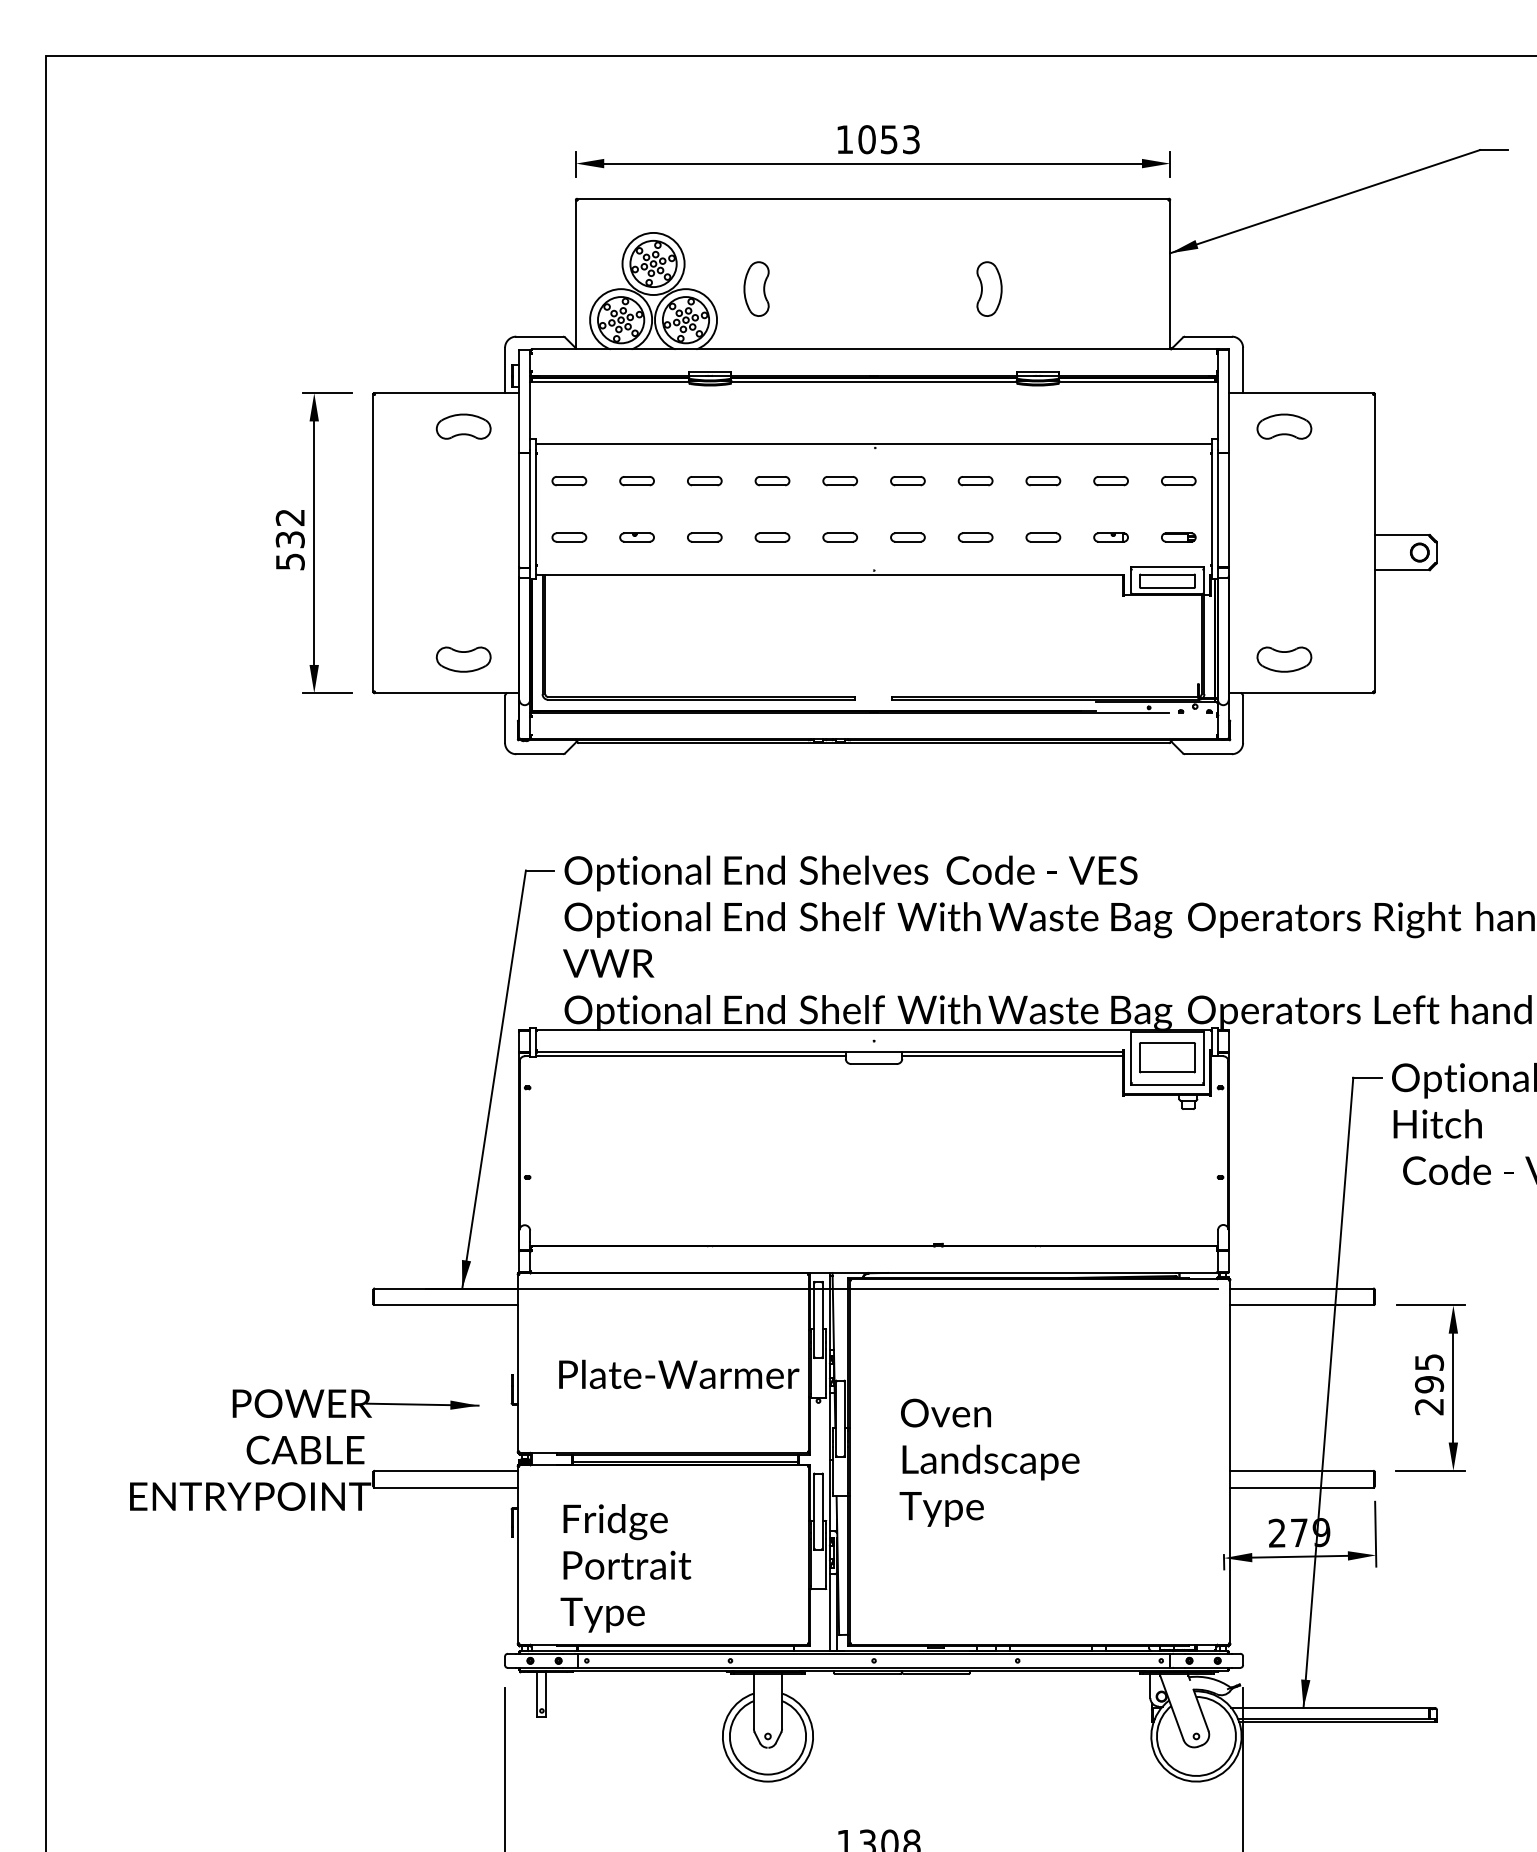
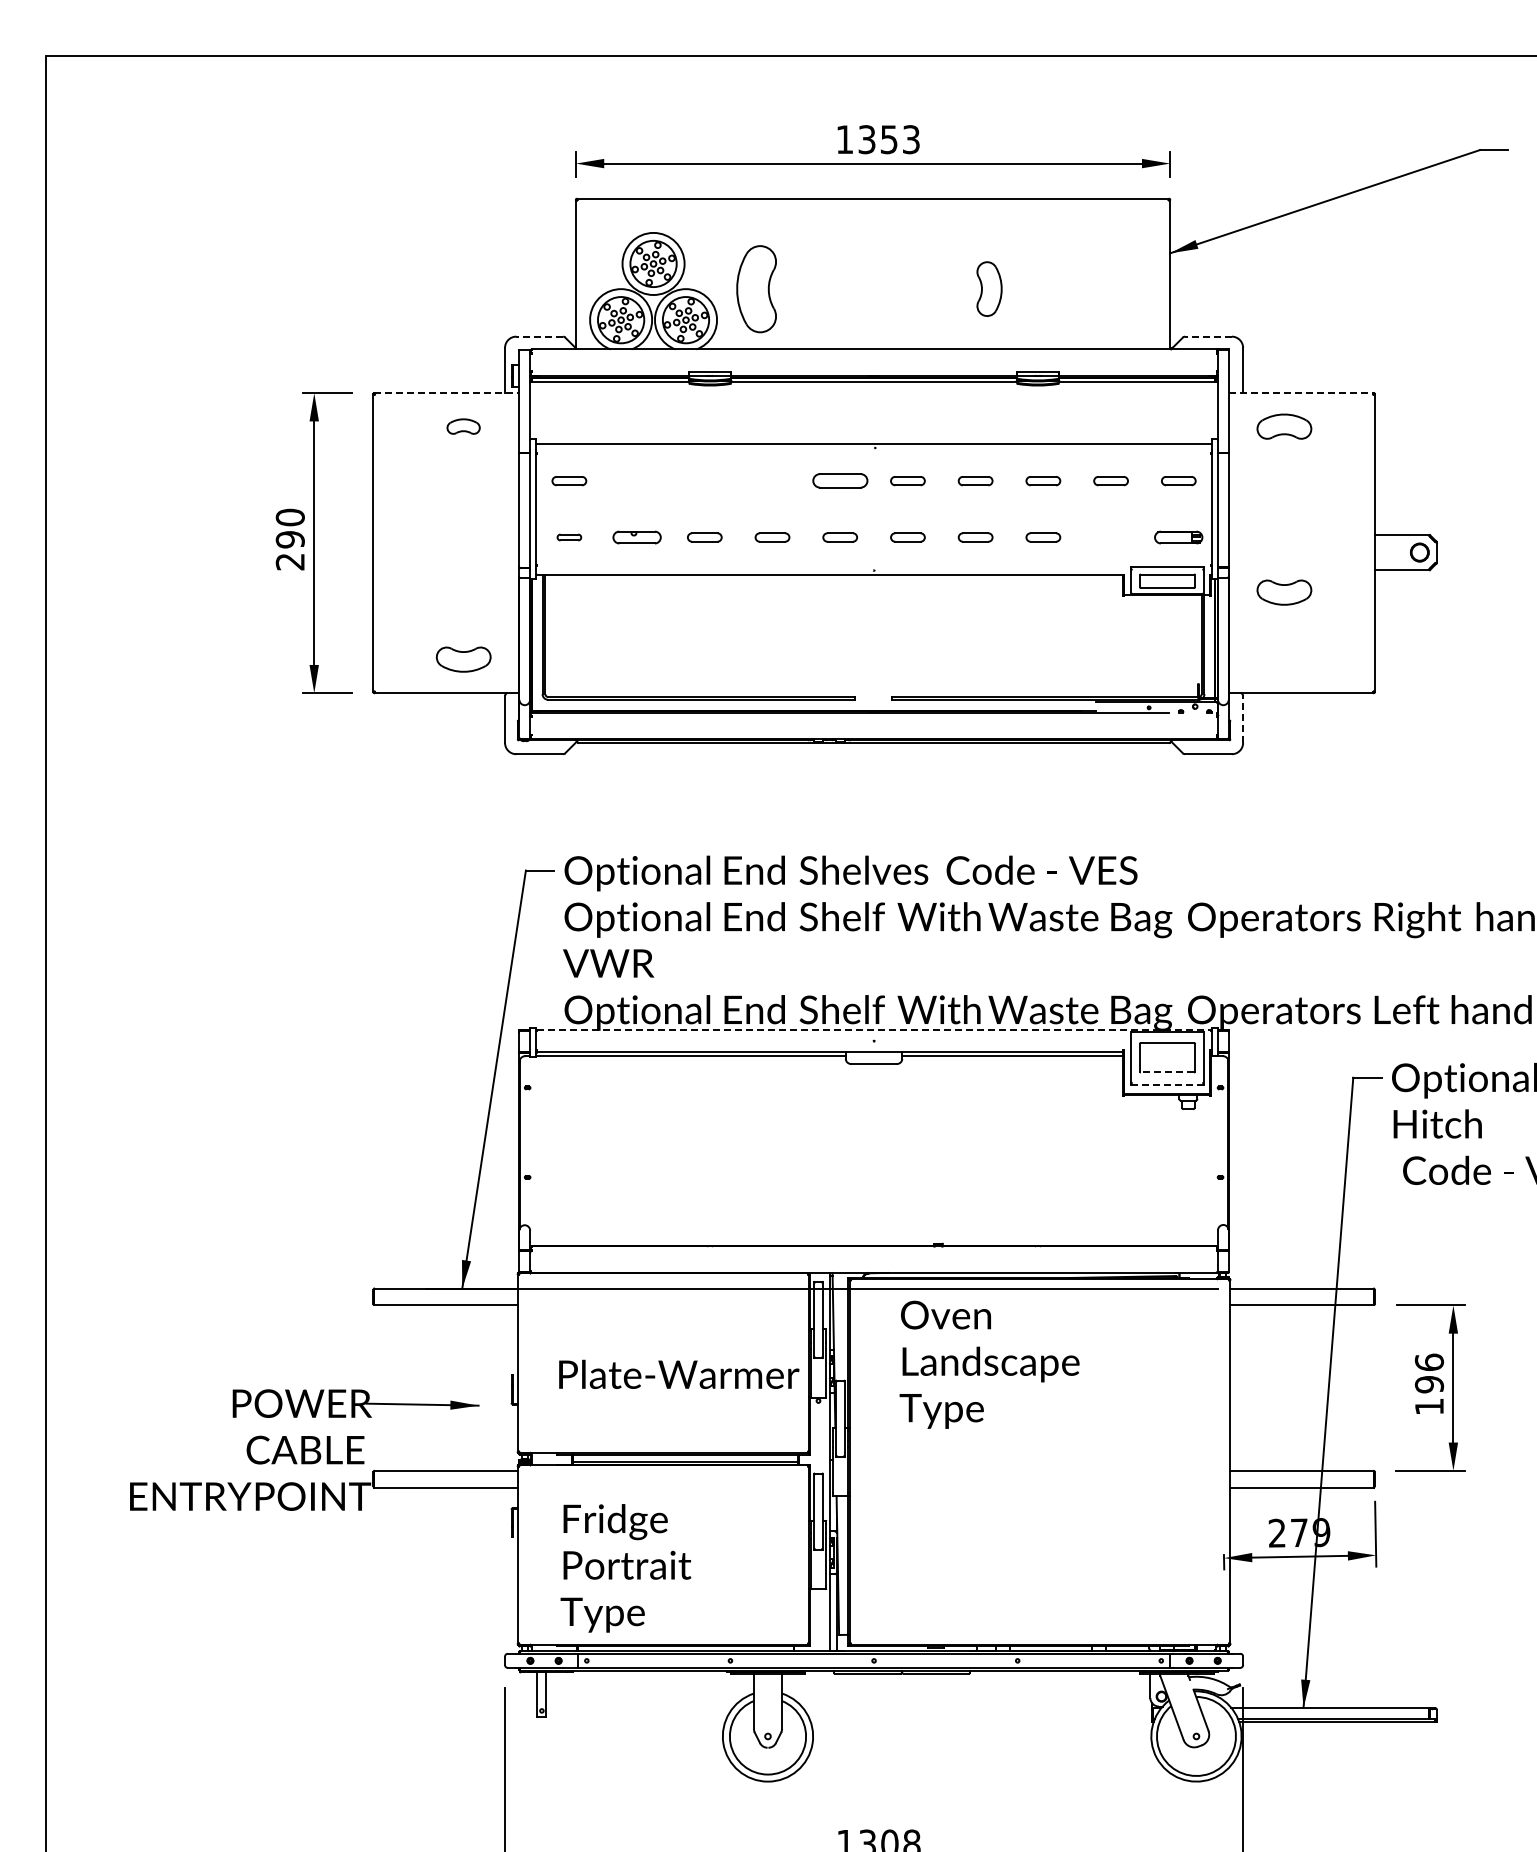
text at (866, 139): 1053 -> 1353
part at (756, 288) size: 27x56 px -> 41x89 px
line at (539, 336): solid -> dashed
line at (1207, 336): solid -> dashed
line at (447, 393): solid -> dashed
line at (1301, 393): solid -> dashed
part at (463, 426) size: 57x27 px -> 35x17 px
part at (636, 481): present -> none
part at (704, 481): present -> none
part at (772, 481): present -> none
part at (839, 481) size: 36x11 px -> 57x16 px
part at (569, 537) size: 37x11 px -> 27x9 px
part at (636, 537) size: 36x11 px -> 50x15 px
part at (1110, 537): present -> none
part at (1178, 537) size: 36x11 px -> 50x15 px
text at (289, 539): 532 -> 290
part at (1284, 659) position: (1284, 659) -> (1284, 592)
line at (1243, 719): solid -> dashed
line at (874, 1030): solid -> dashed
line at (1167, 1072): solid -> dashed
line at (1167, 1084): solid -> dashed
text at (1429, 1384): 295 -> 196
text at (989, 1462) position: (989, 1462) -> (989, 1364)
